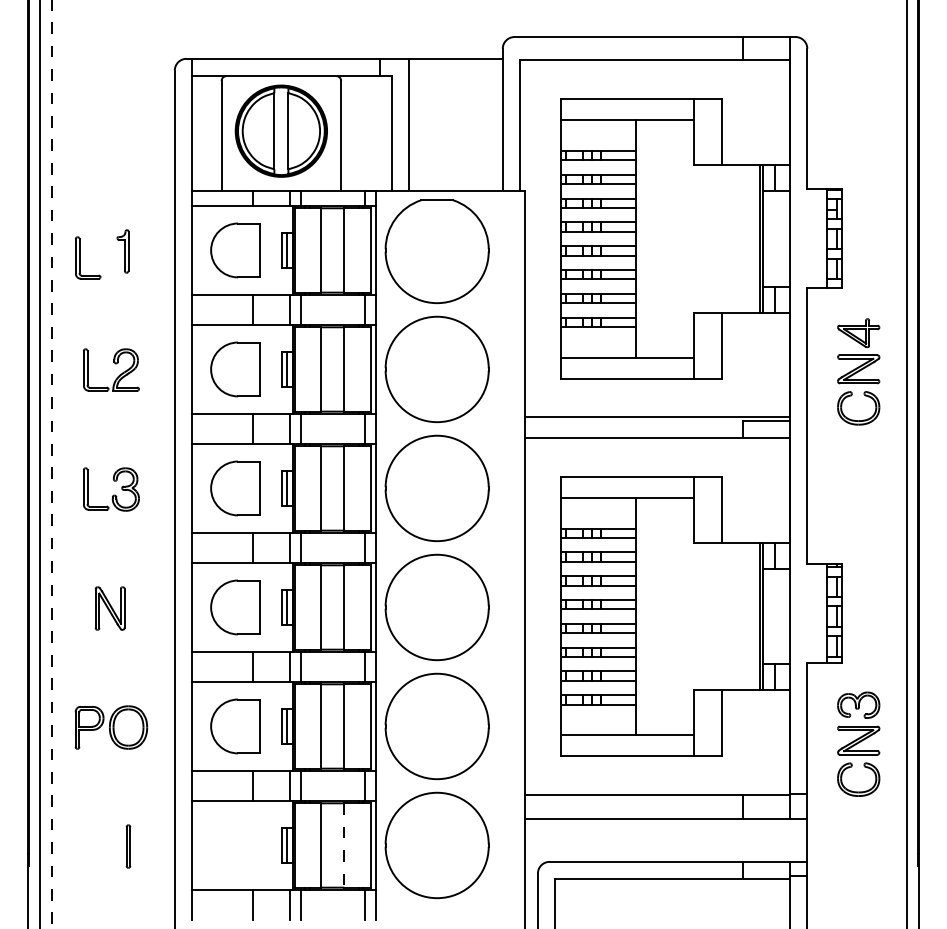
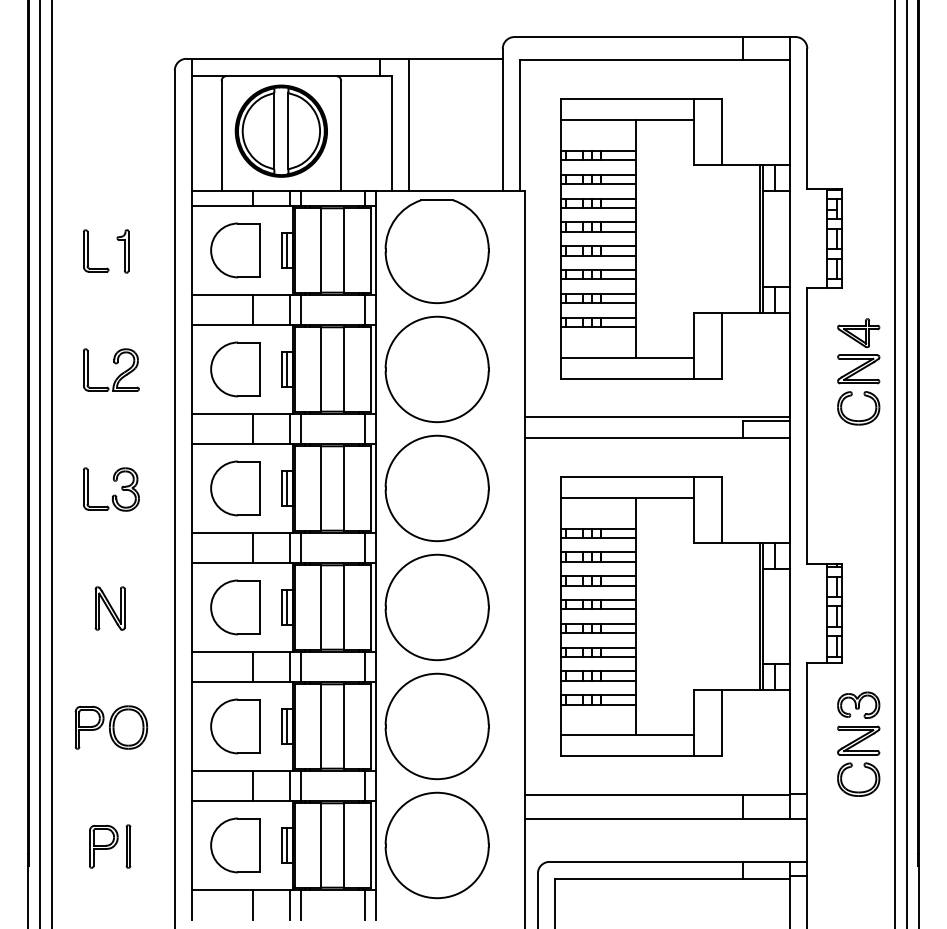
part at (80, 257) position: (80, 257) -> (88, 250)
line at (894, 463): none -> present
line at (52, 464): dashed -> solid
part at (235, 845): none -> present
line at (344, 845): dashed -> solid
part at (103, 846): none -> present
